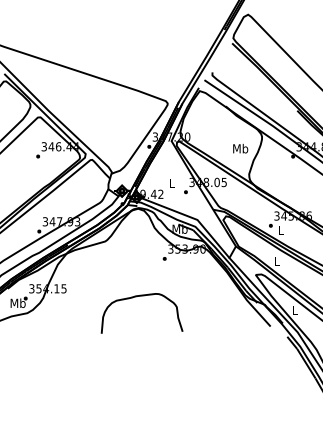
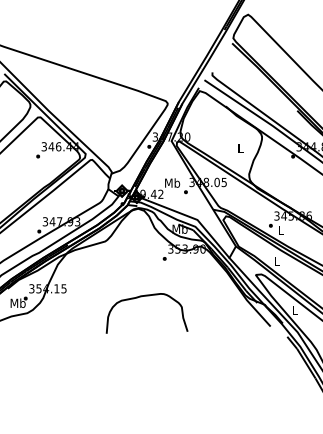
text at (240, 148): Mb -> L
text at (172, 182): L -> Mb
curve at (136, 297) position: (136, 297) -> (141, 297)
